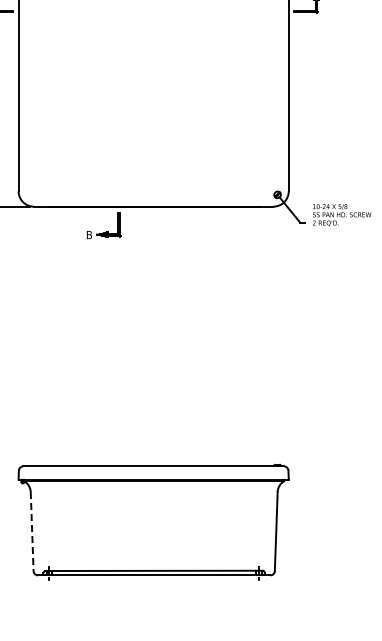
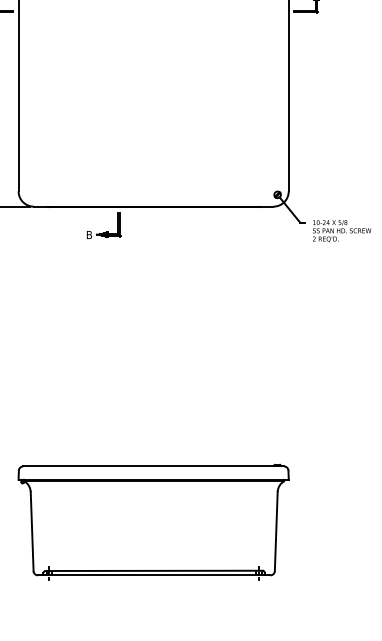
text at (342, 215) position: (342, 215) -> (342, 231)
line at (32, 531): dashed -> solid
